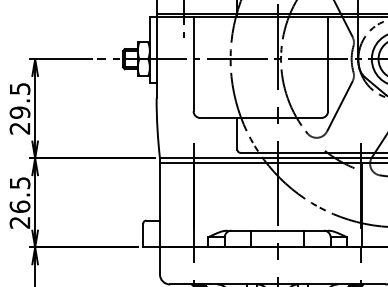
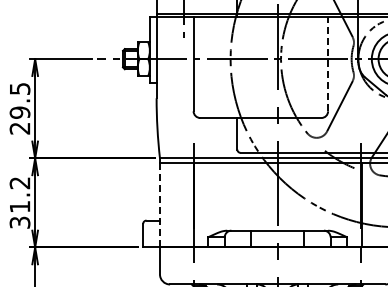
line at (328, 63): solid -> dashed
text at (19, 202): 26.5 -> 31.2
line at (159, 204): solid -> dashed
